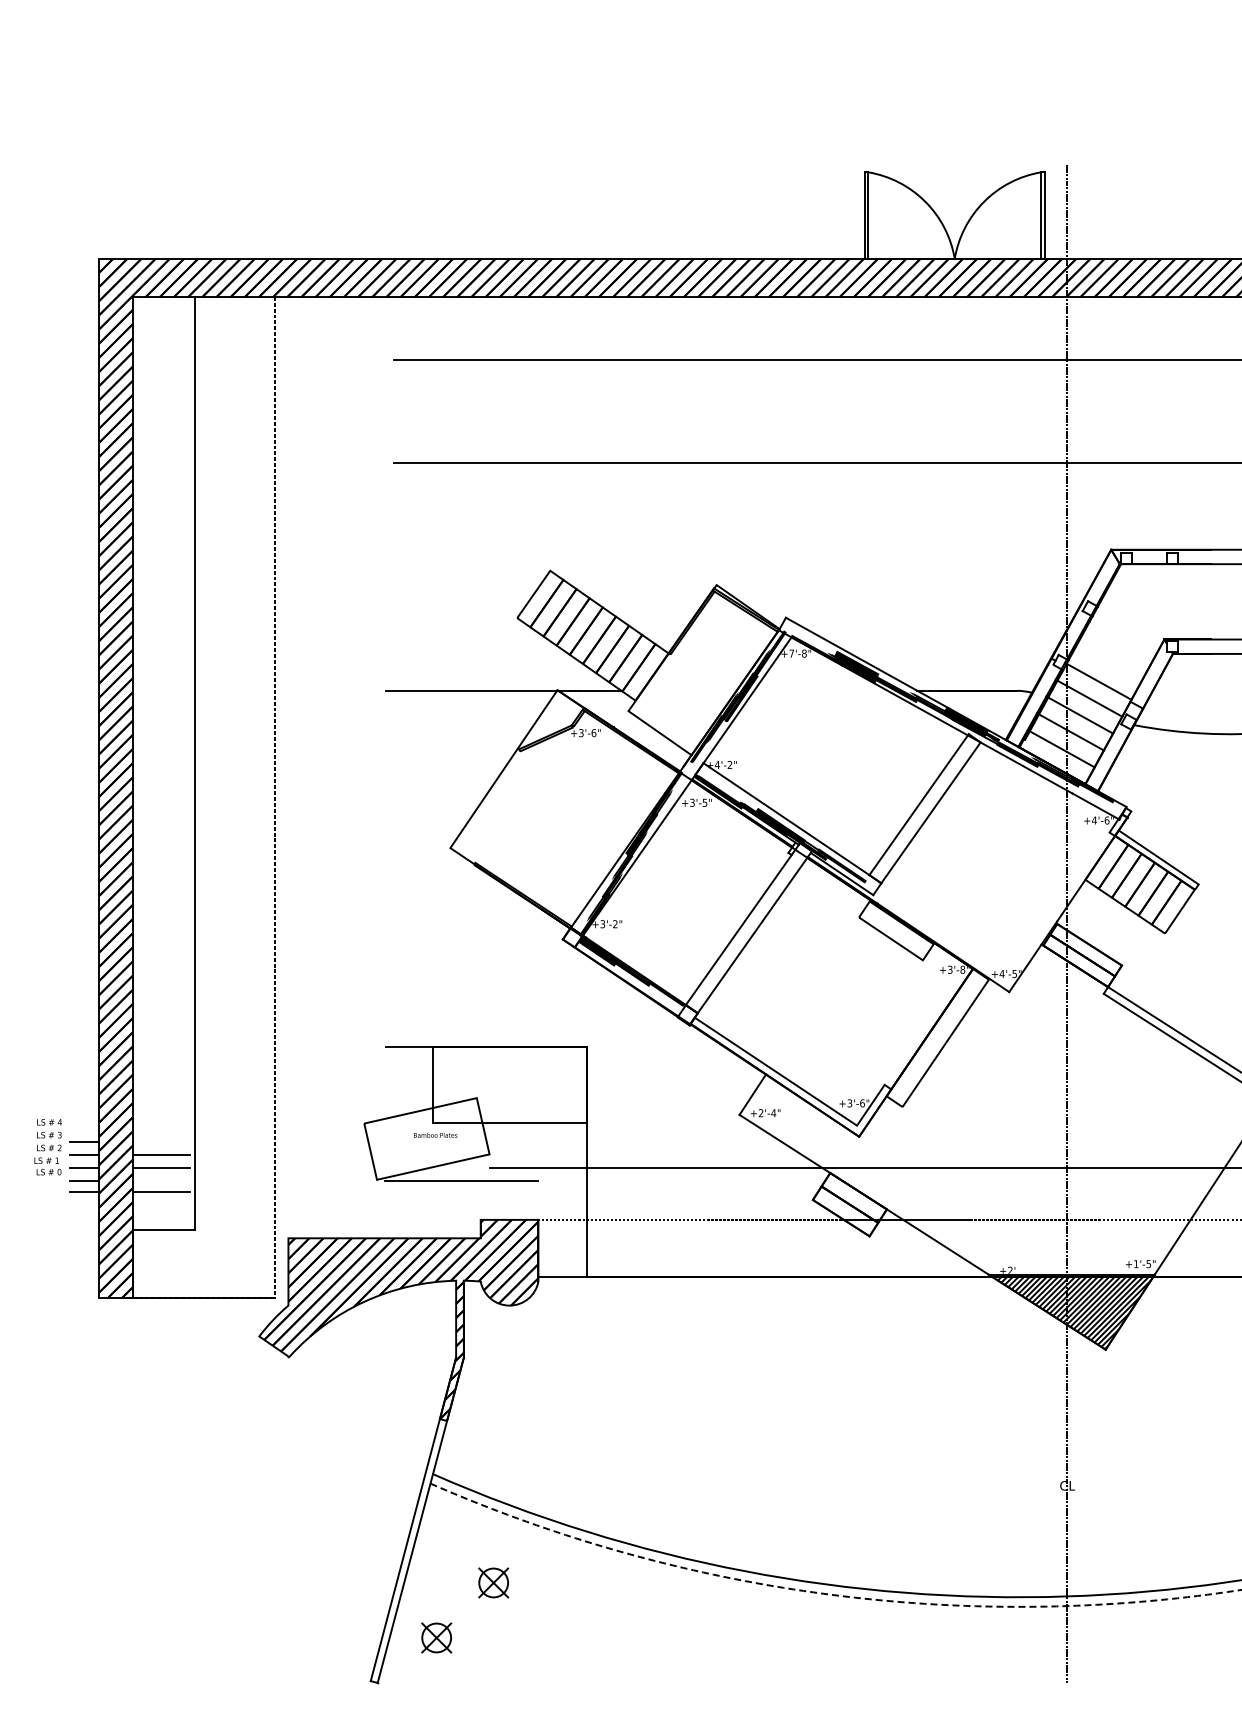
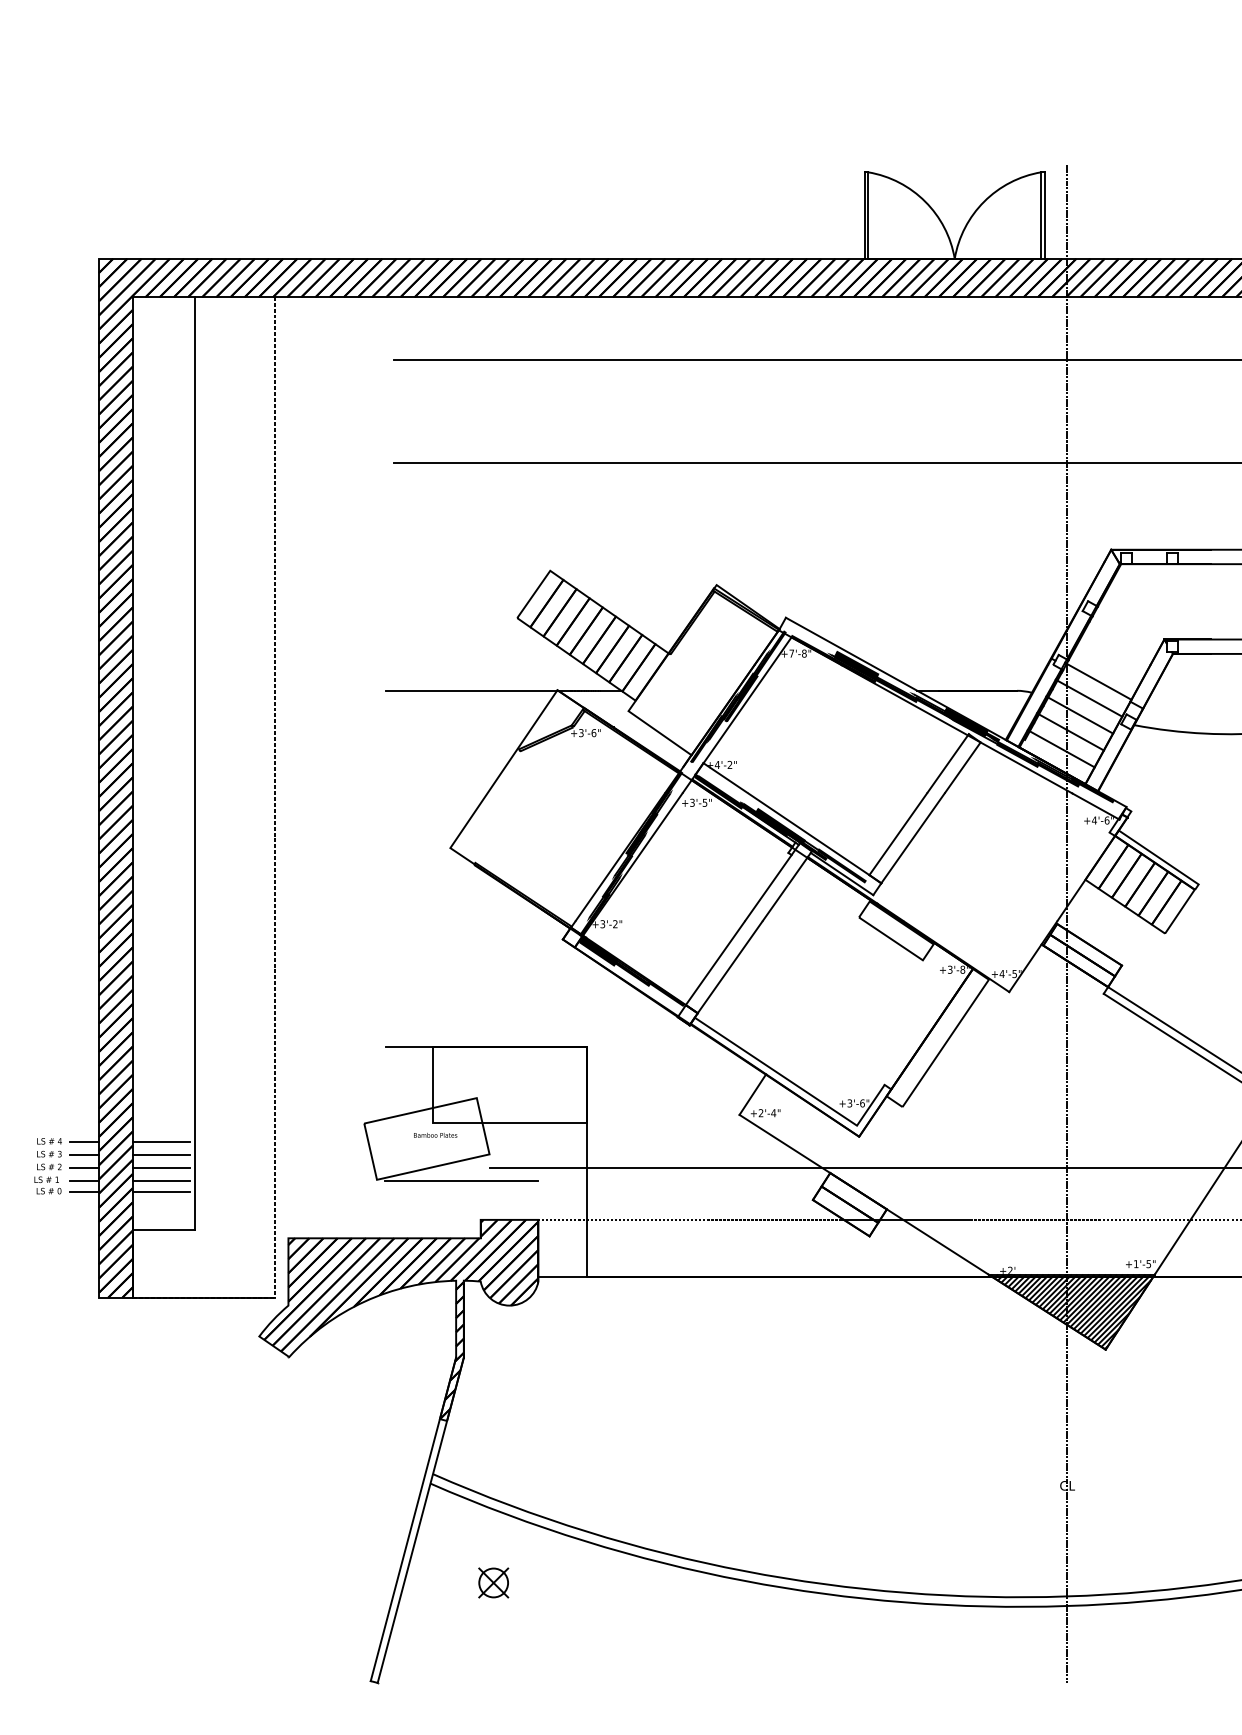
line at (161, 1142): none -> present
text at (47, 1147) position: (47, 1147) -> (47, 1166)
line at (161, 1180): none -> present
arc at (828, 1594): dashed -> solid
part at (436, 1637): present -> none
